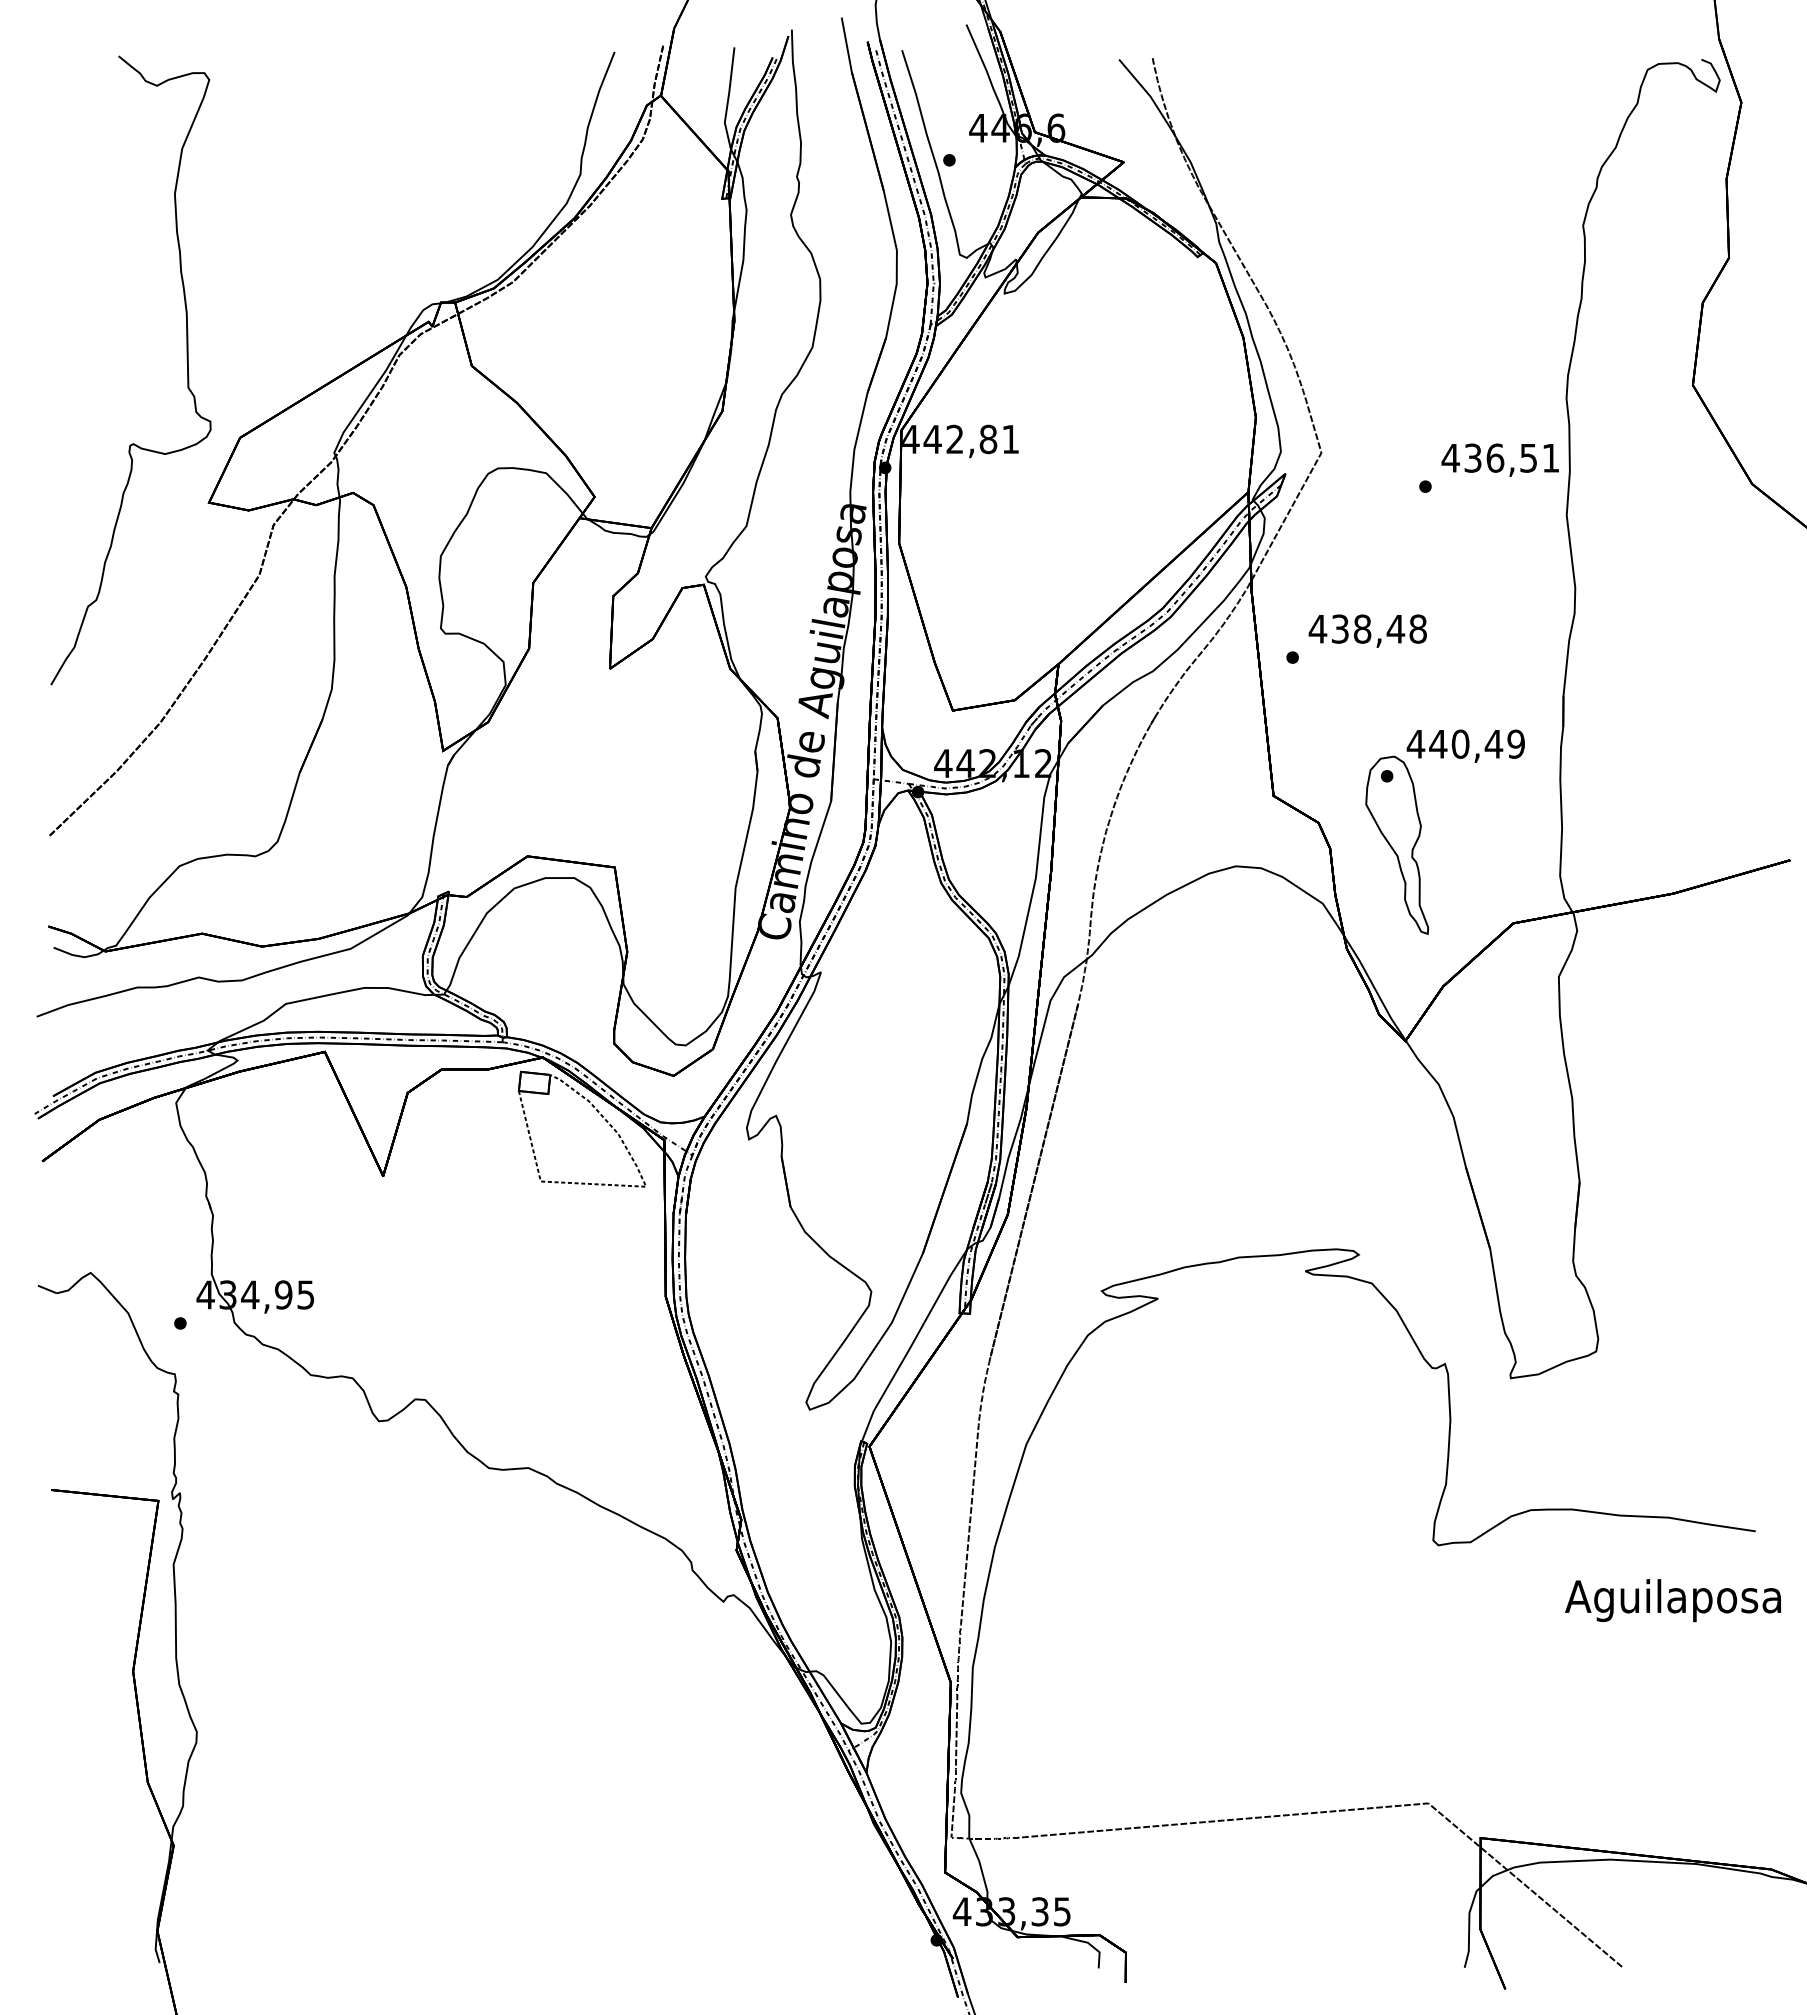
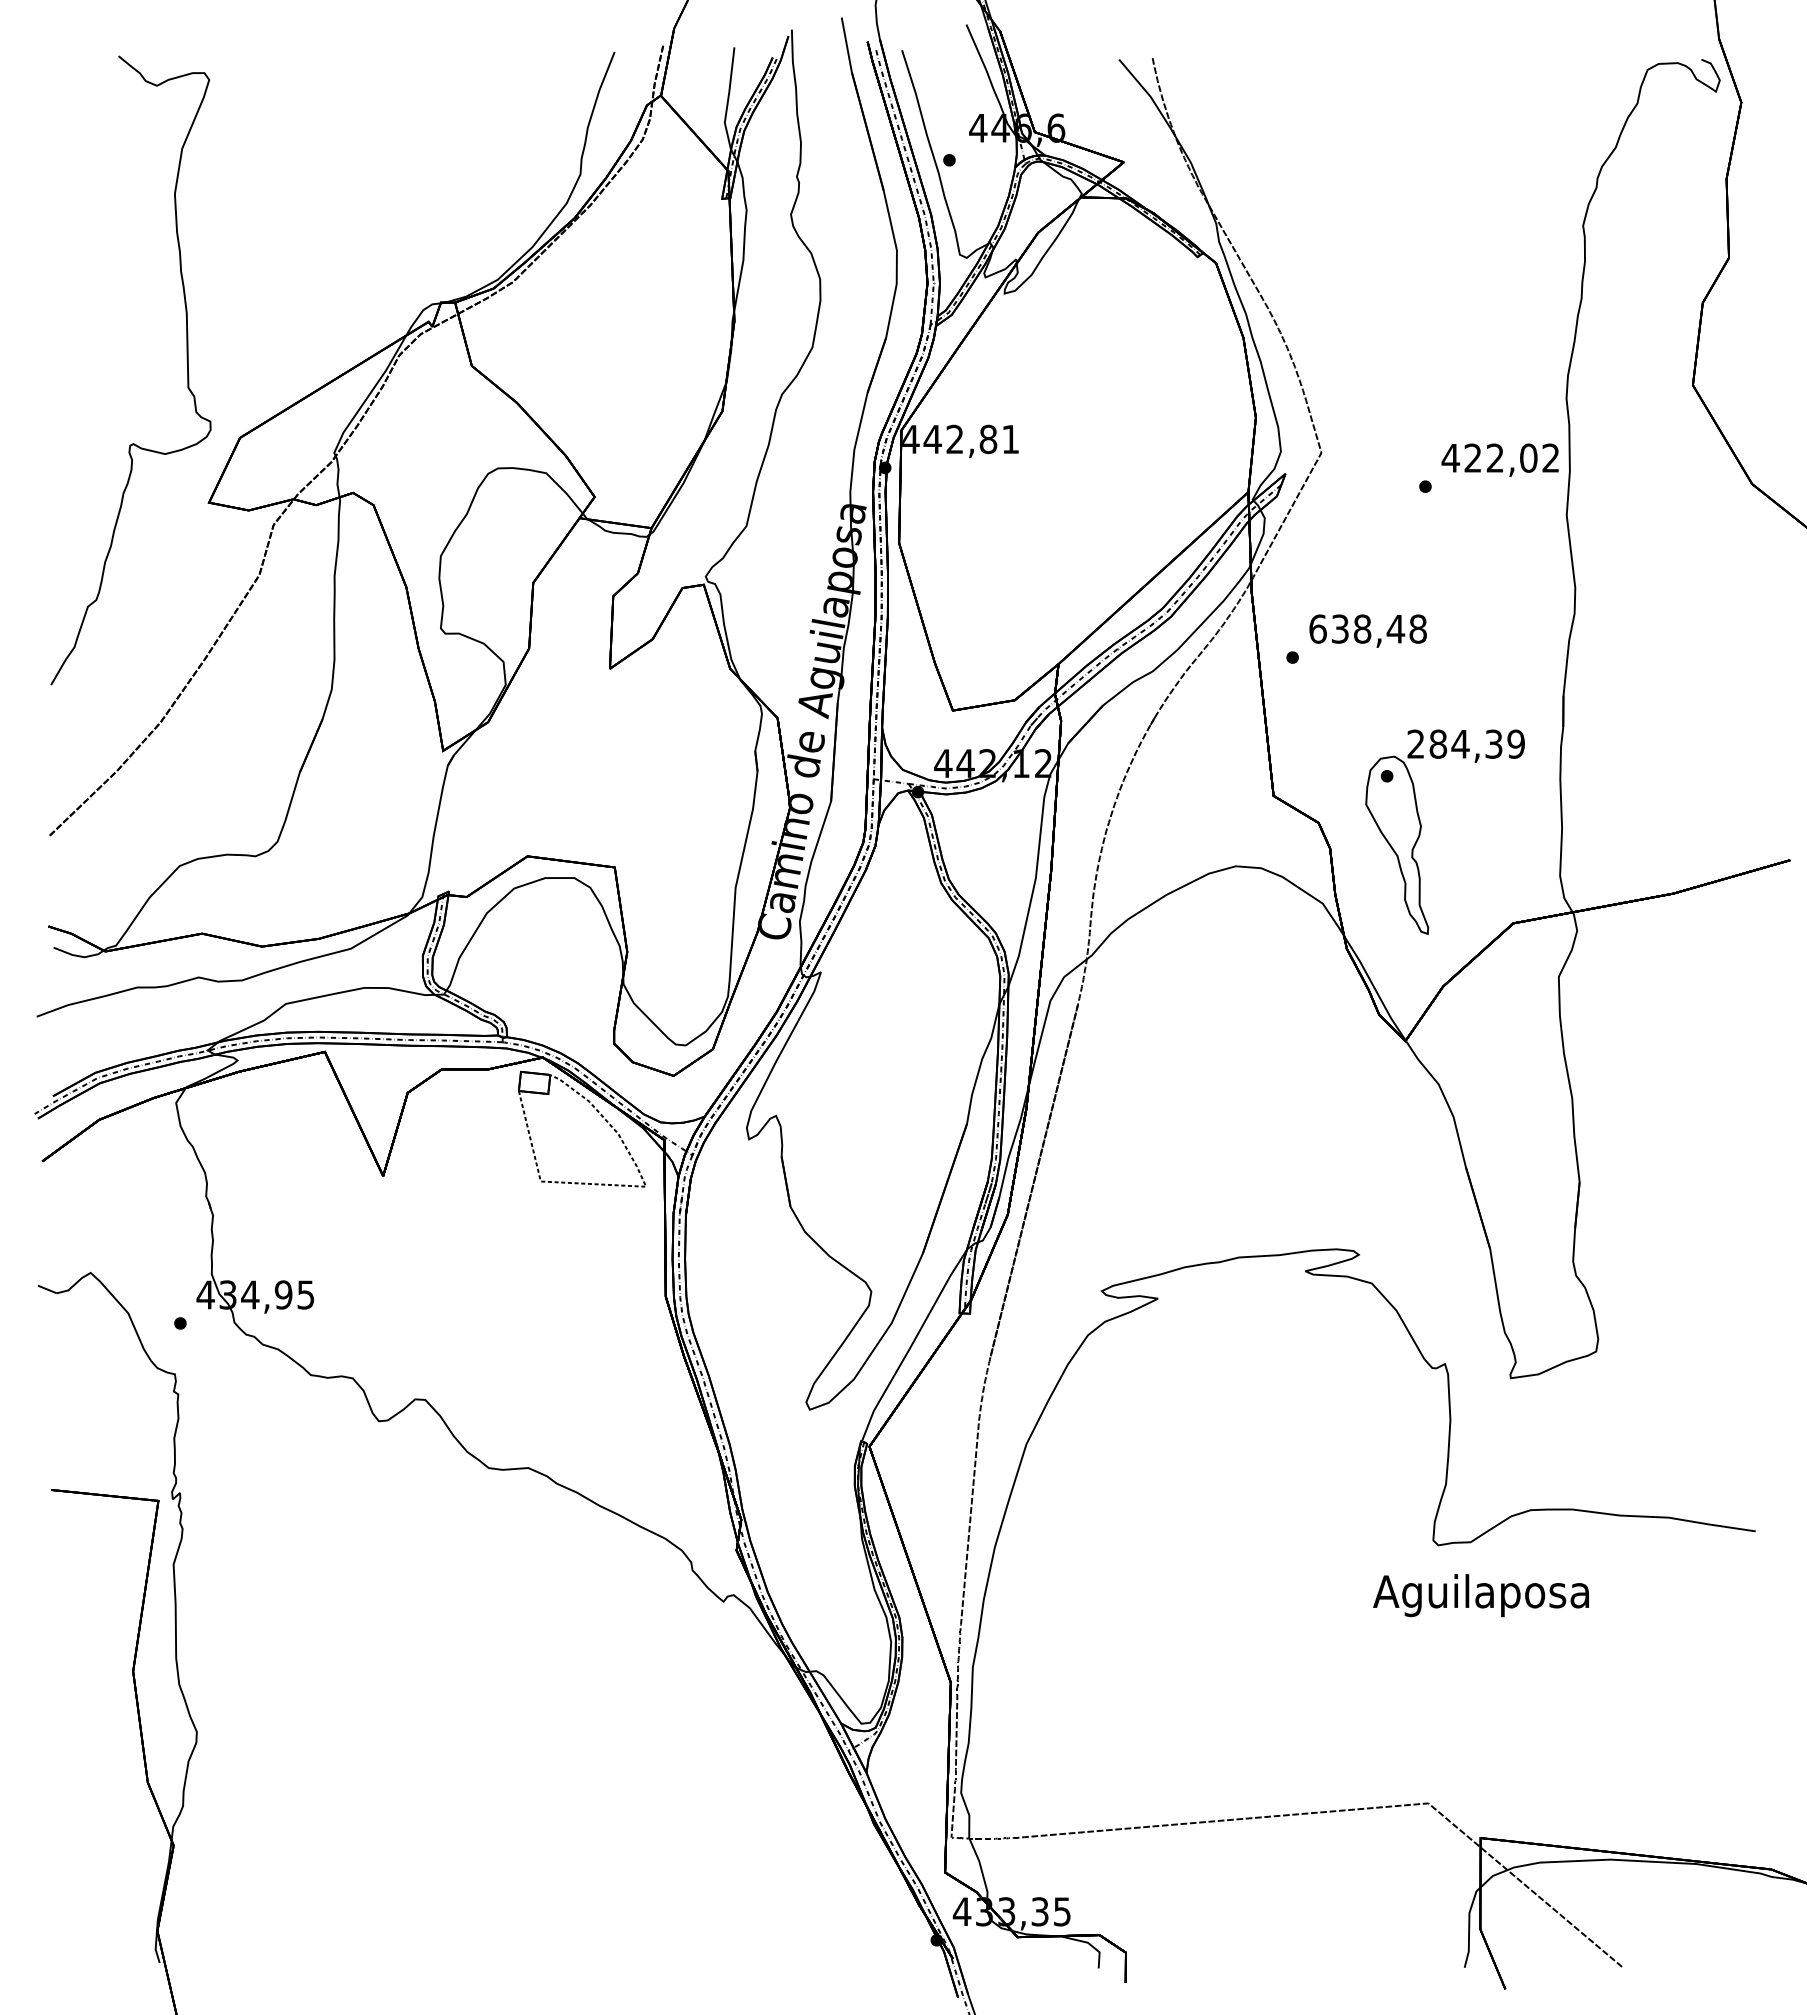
text at (1511, 457): 436,51 -> 422,02
text at (1317, 628): 438,48 -> 638,48
text at (1454, 743): 440,49 -> 284,39
text at (1672, 1600) position: (1672, 1600) -> (1480, 1595)
